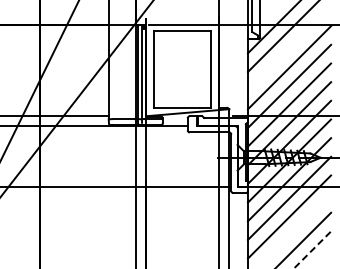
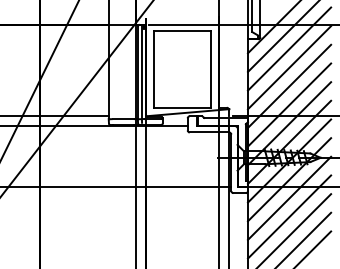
line at (289, 48): none -> present
line at (295, 229): none -> present
line at (312, 249): dashed -> solid
